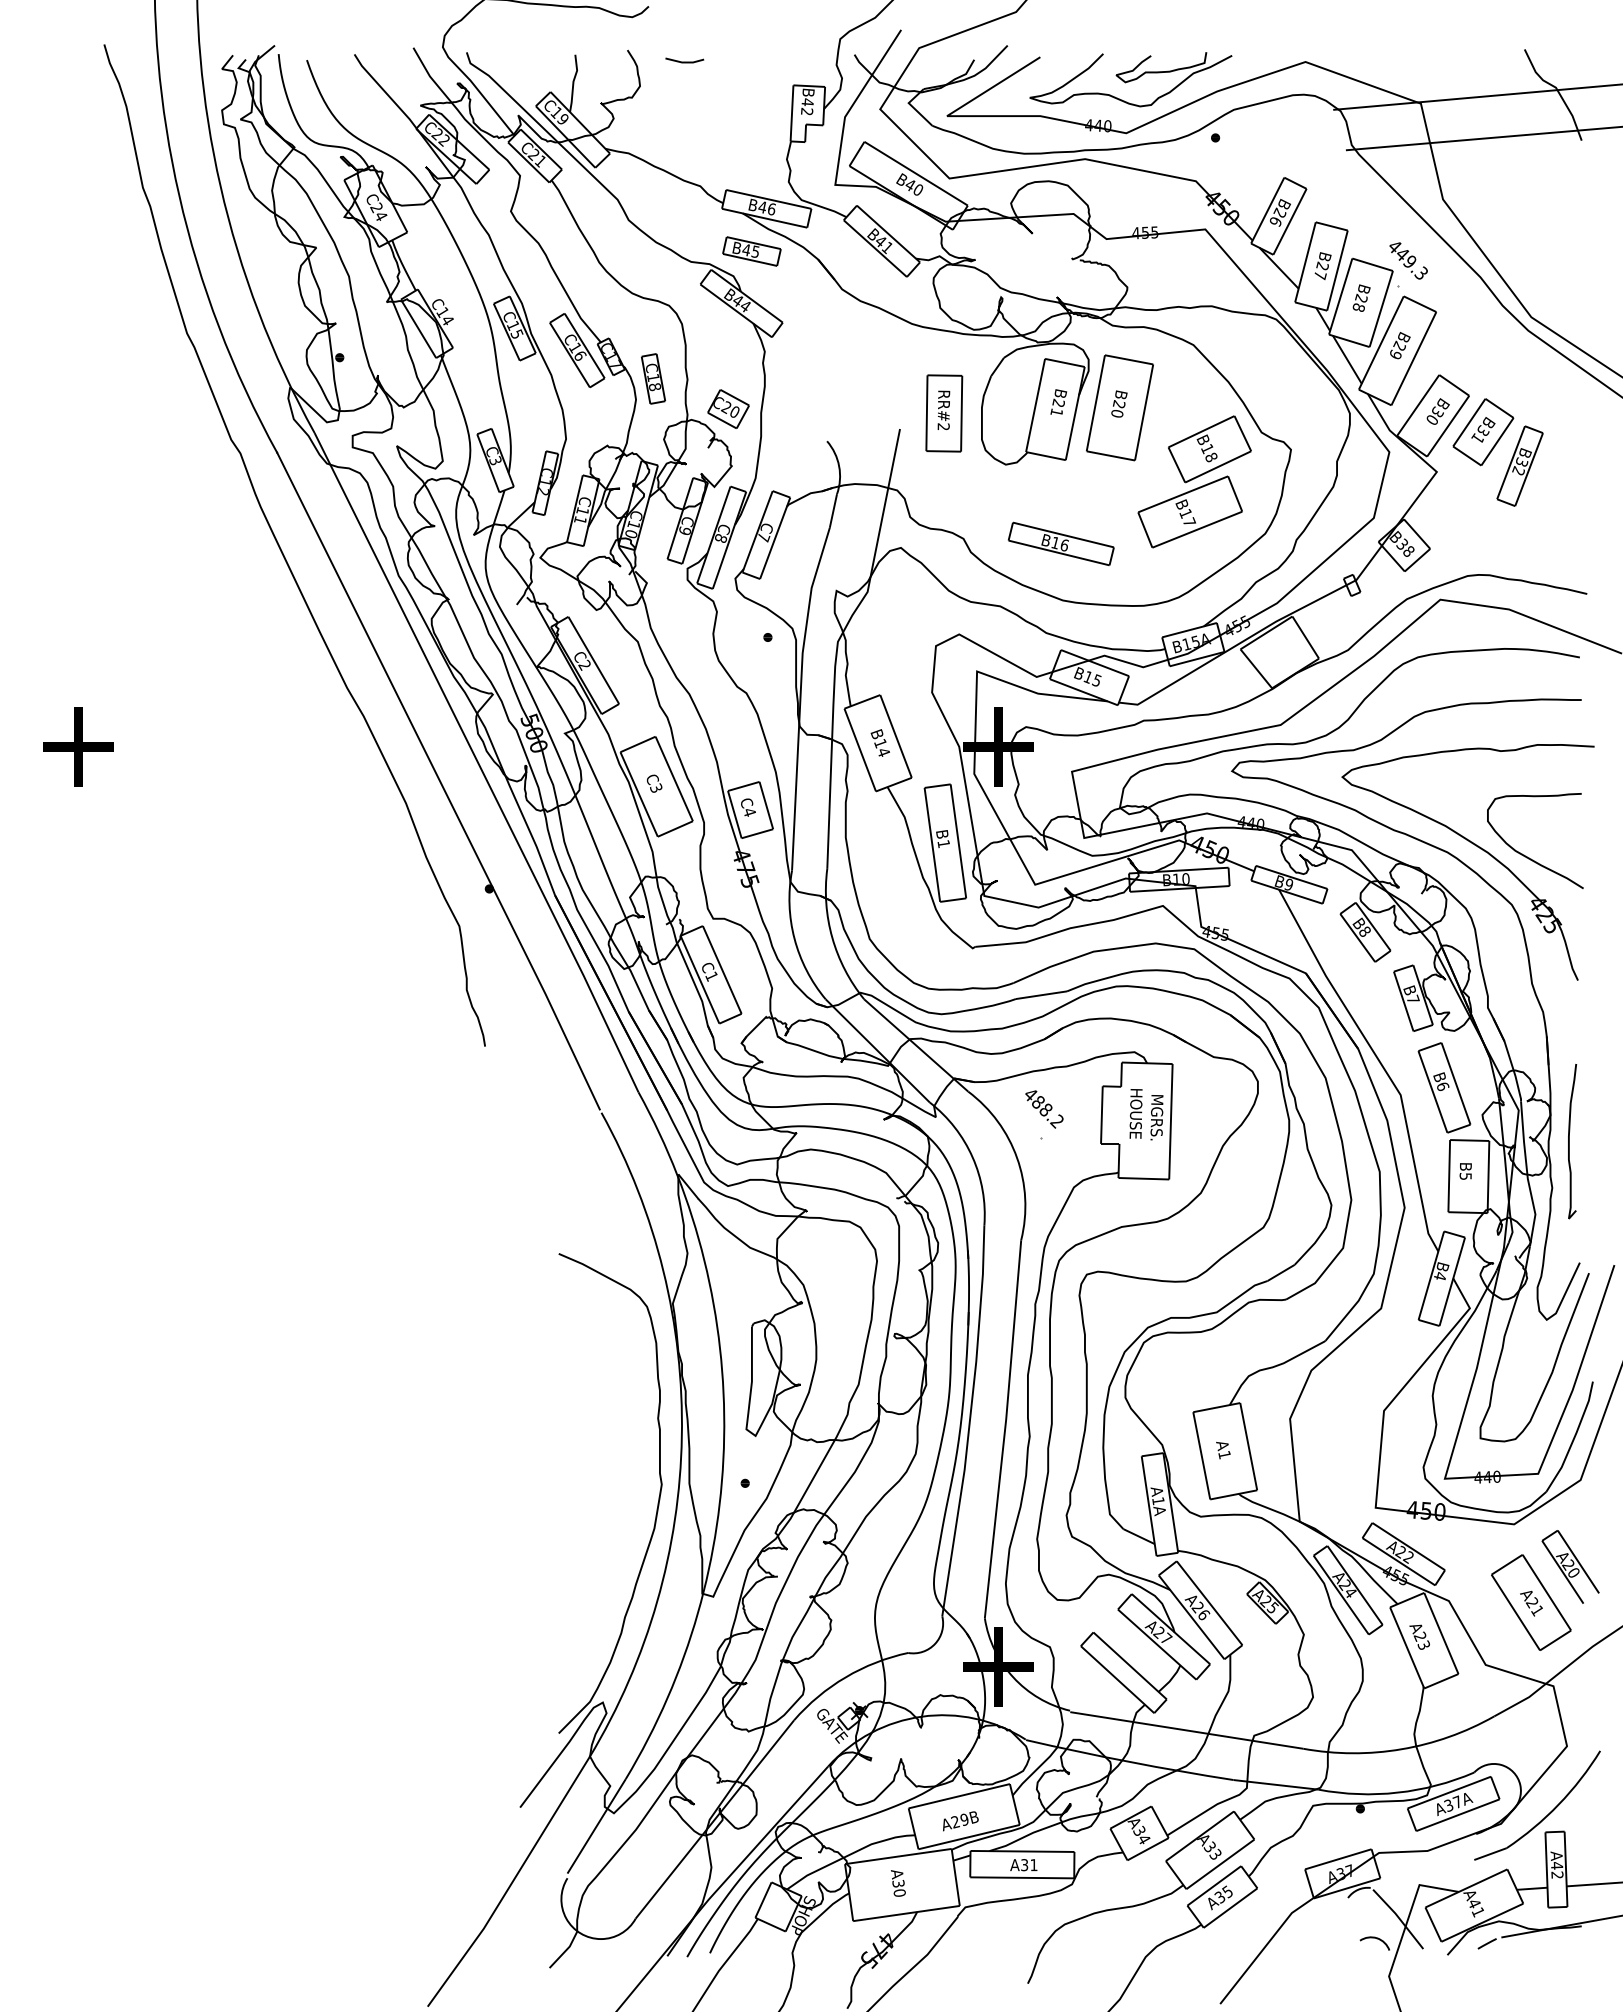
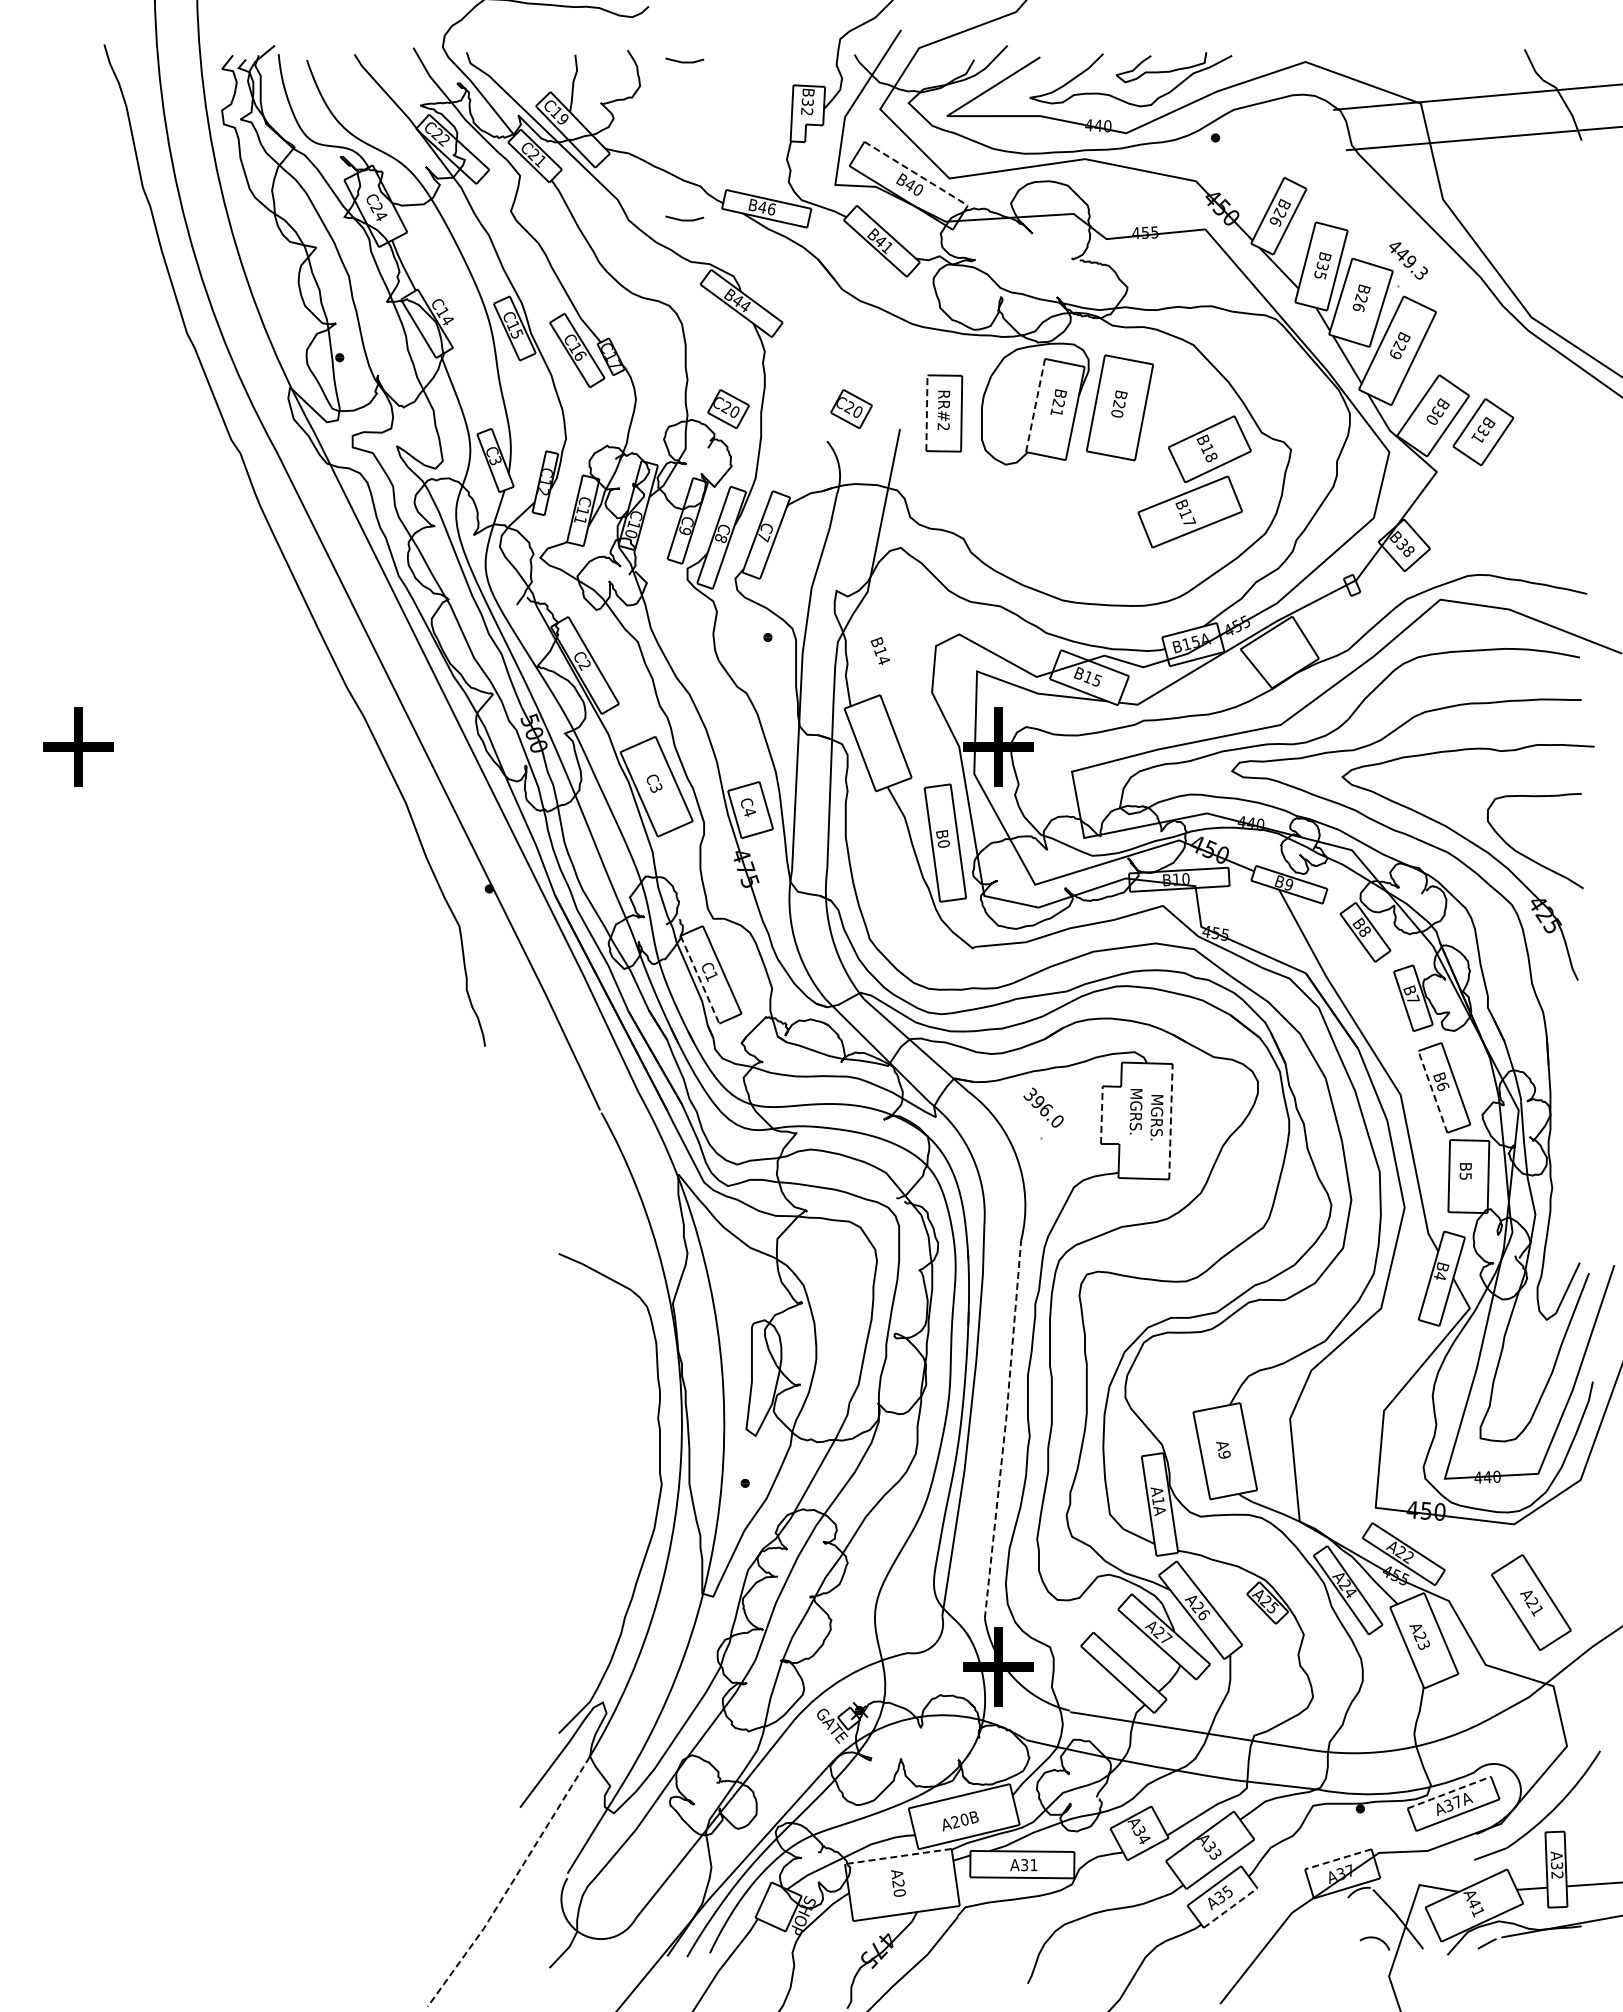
text at (807, 102): B42 -> B32
line at (916, 173): solid -> dashed
line at (684, 219): none -> present
part at (751, 251): present -> none
text at (1321, 270): B27 -> B35
text at (1358, 307): B28 -> B26
part at (653, 378): present -> none
line at (1035, 405): solid -> dashed
part at (851, 408): none -> present
line at (926, 413): solid -> dashed
part at (1519, 465): present -> none
part at (1061, 543): present -> none
text at (879, 742) position: (879, 742) -> (879, 650)
text at (943, 844): B1 -> B0
line at (699, 979): solid -> dashed
line at (1432, 1091): solid -> dashed
text at (1043, 1107): 488.2 -> 396.0
text at (1135, 1114): HOUSE -> MGRS.
line at (1101, 1115): solid -> dashed
line at (1170, 1121): solid -> dashed
curve at (1569, 1141): present -> none
line at (1005, 1429): solid -> dashed
text at (1224, 1454): A1 -> A9
part at (1570, 1566): present -> none
line at (1449, 1792): solid -> dashed
text at (964, 1819): A29B -> A20B
line at (898, 1856): solid -> dashed
line at (1338, 1859): solid -> dashed
text at (1557, 1865): A42 -> A32
text at (898, 1883): A30 -> A20
line at (511, 1884): solid -> dashed
line at (1231, 1907): solid -> dashed
